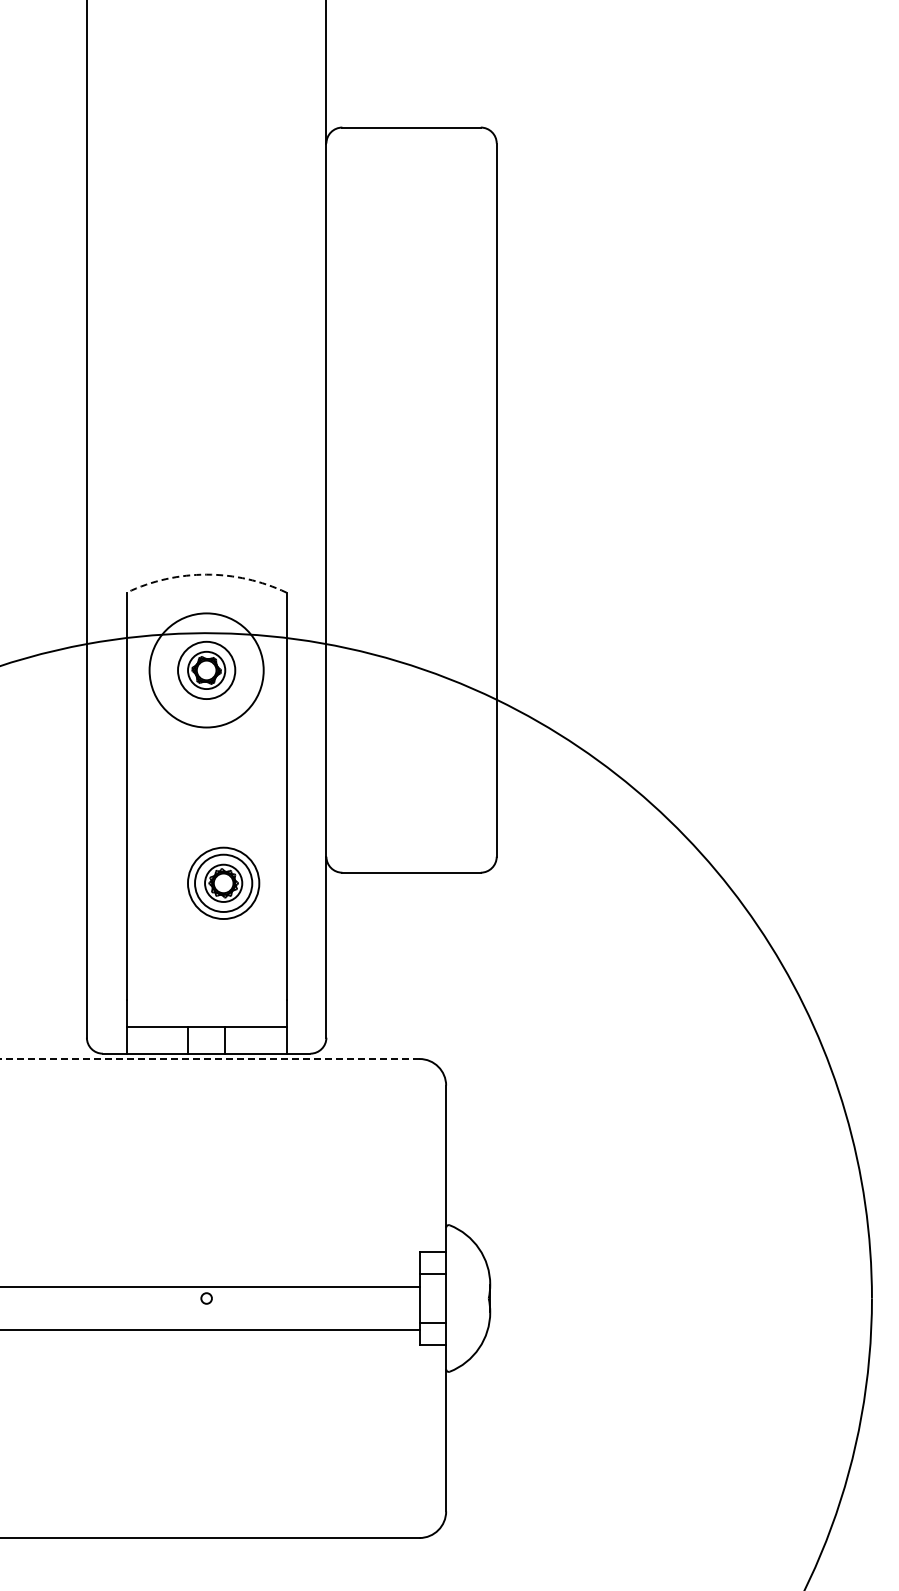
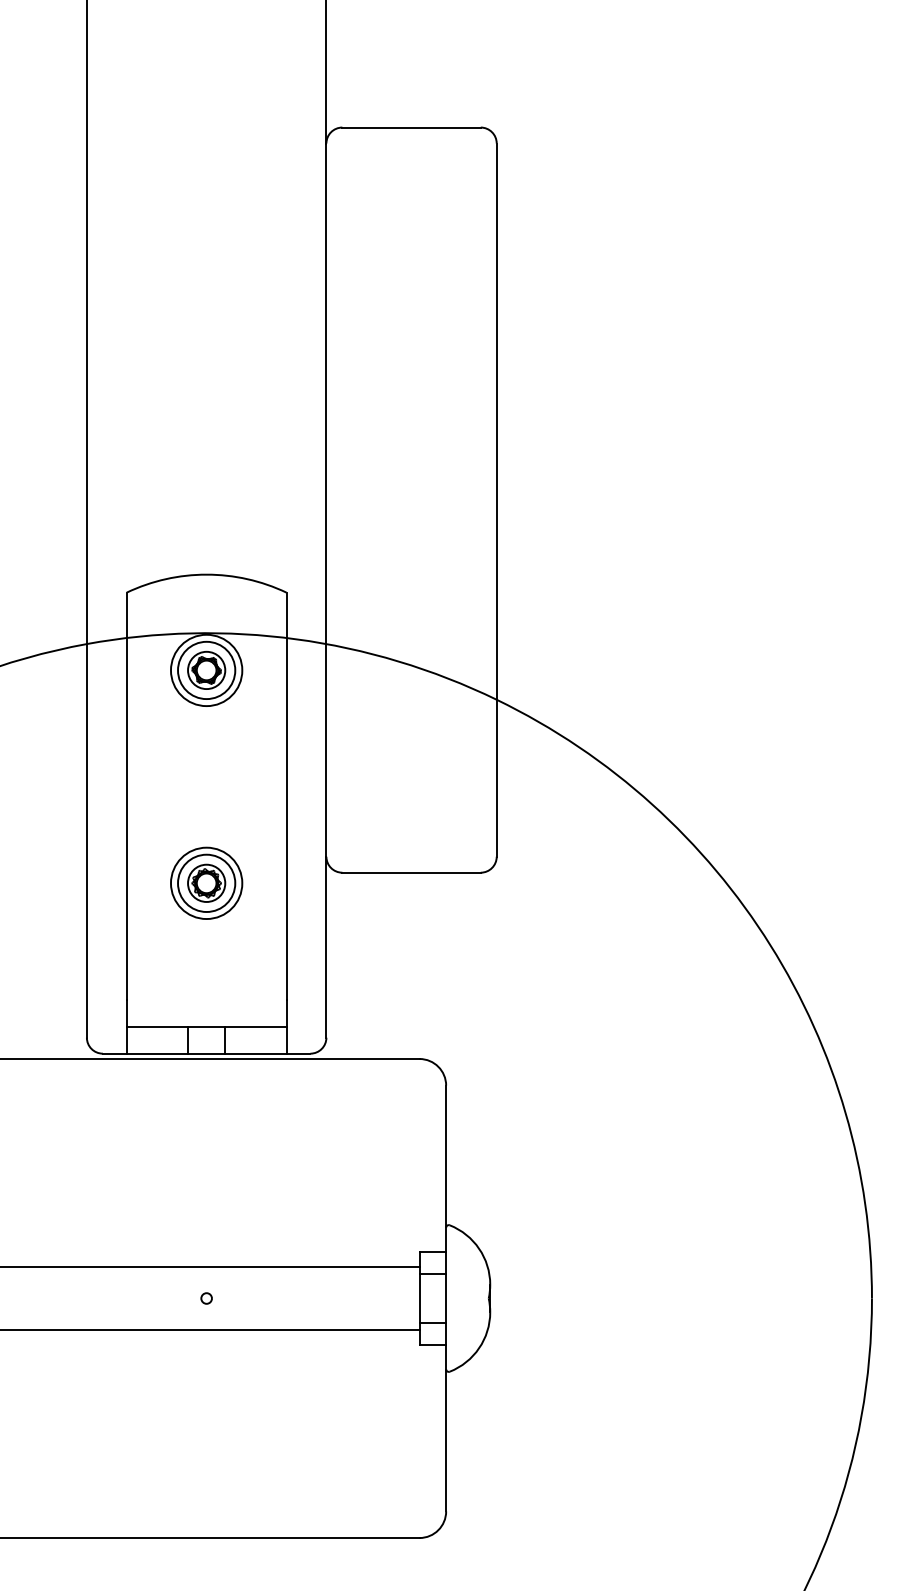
arc at (206, 574): dashed -> solid
circle at (206, 670) diameter: 114 px -> 71 px
part at (223, 882) position: (223, 882) -> (206, 882)
line at (209, 1059): dashed -> solid
line at (210, 1286) position: (210, 1286) -> (210, 1266)
